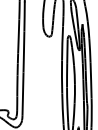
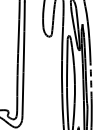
arc at (91, 80): solid -> dashed
